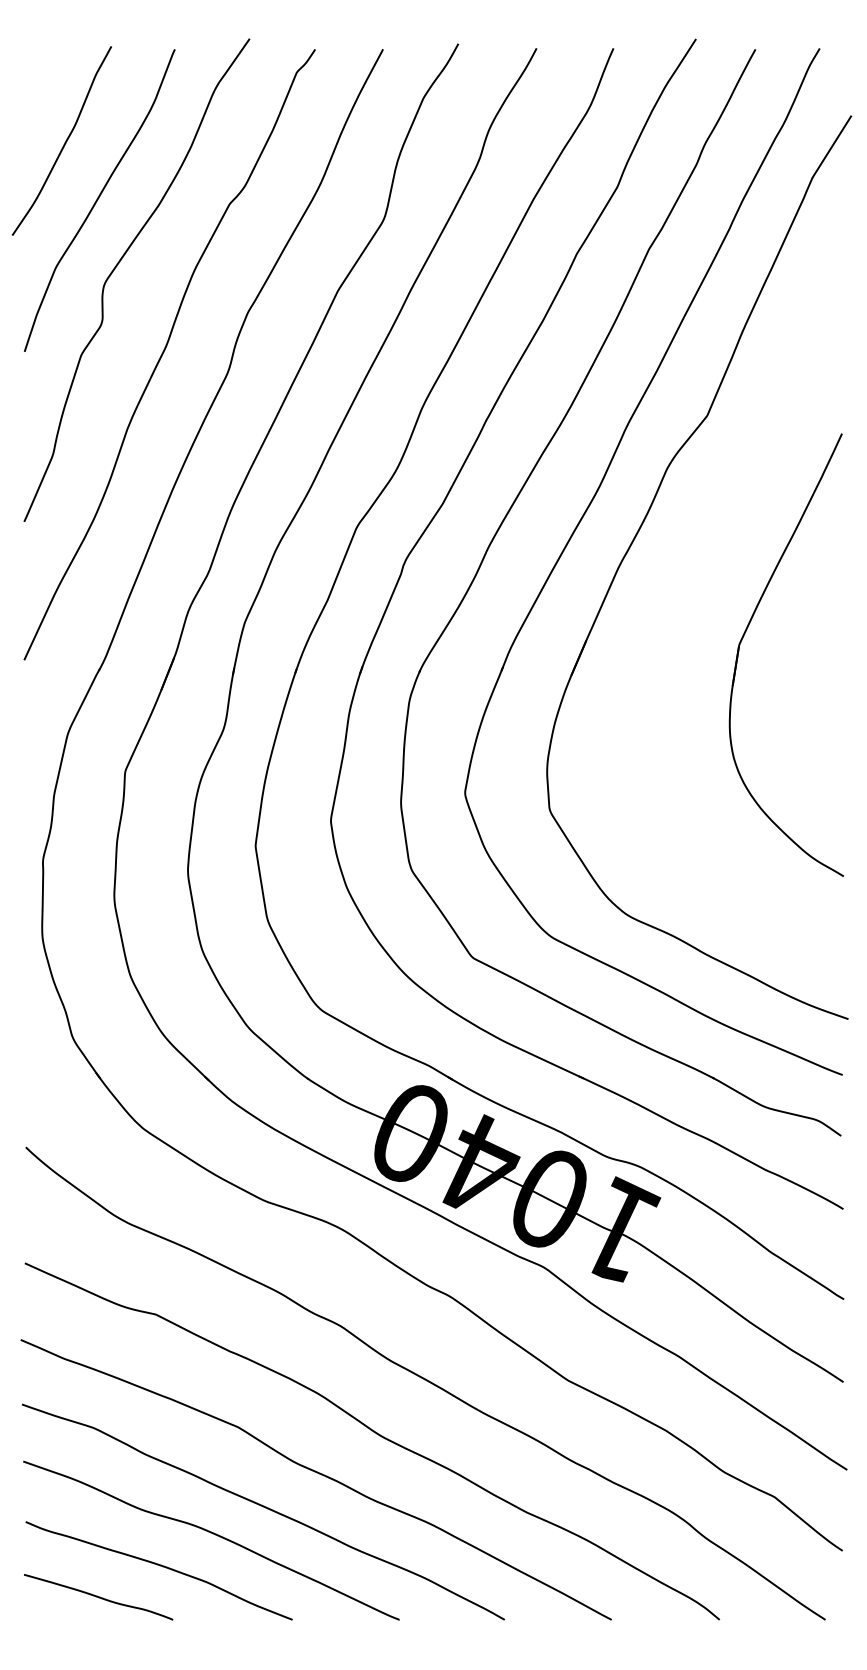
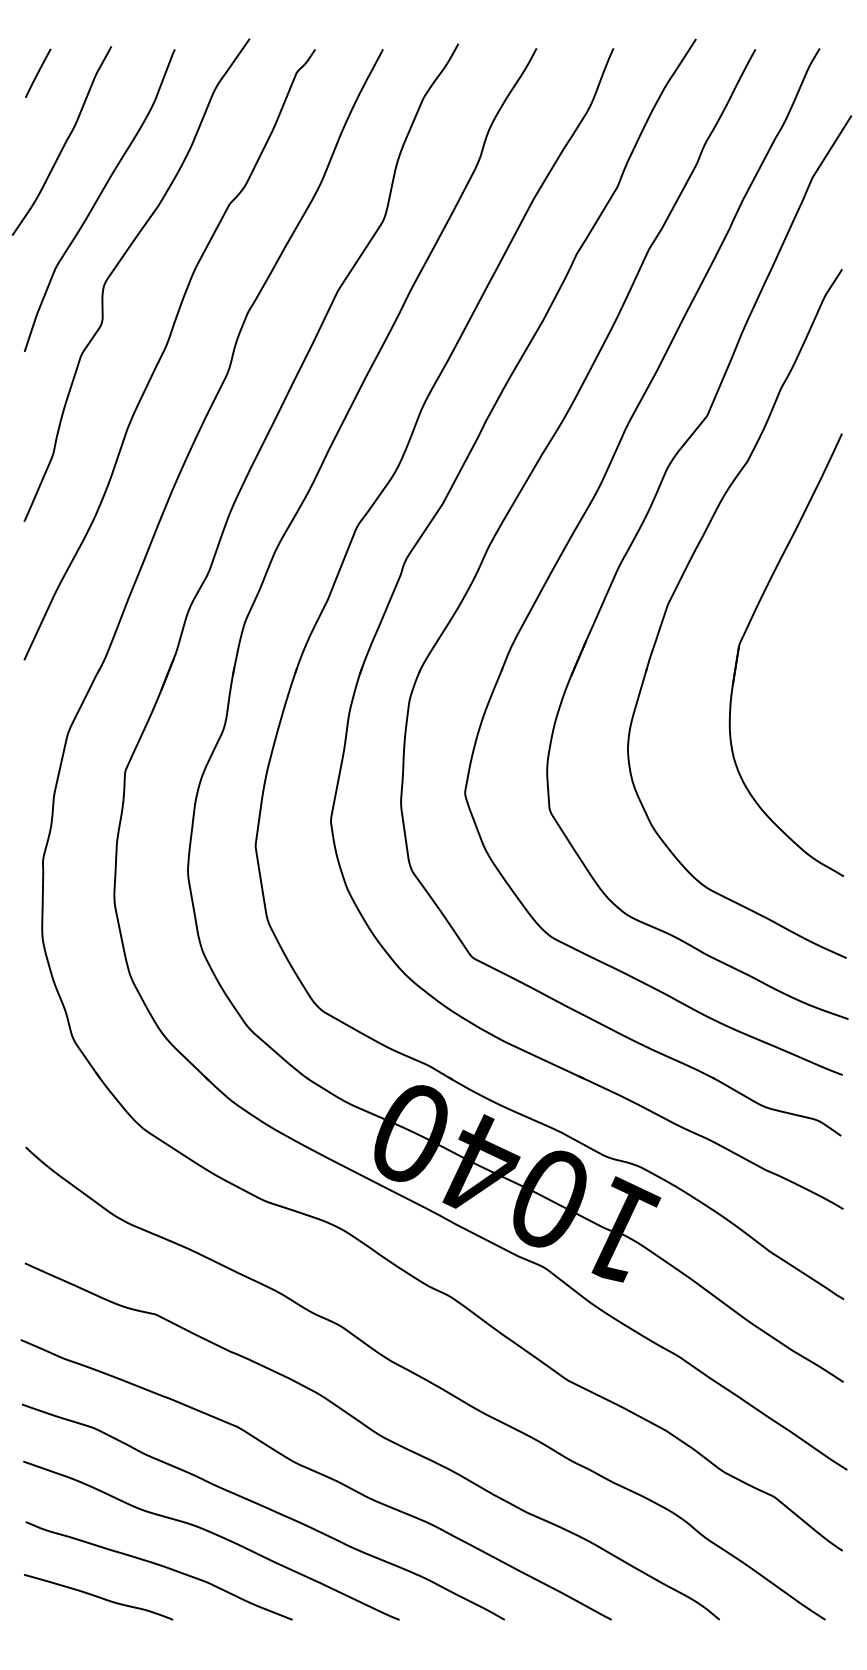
line at (38, 72): none -> present
part at (678, 585): none -> present
